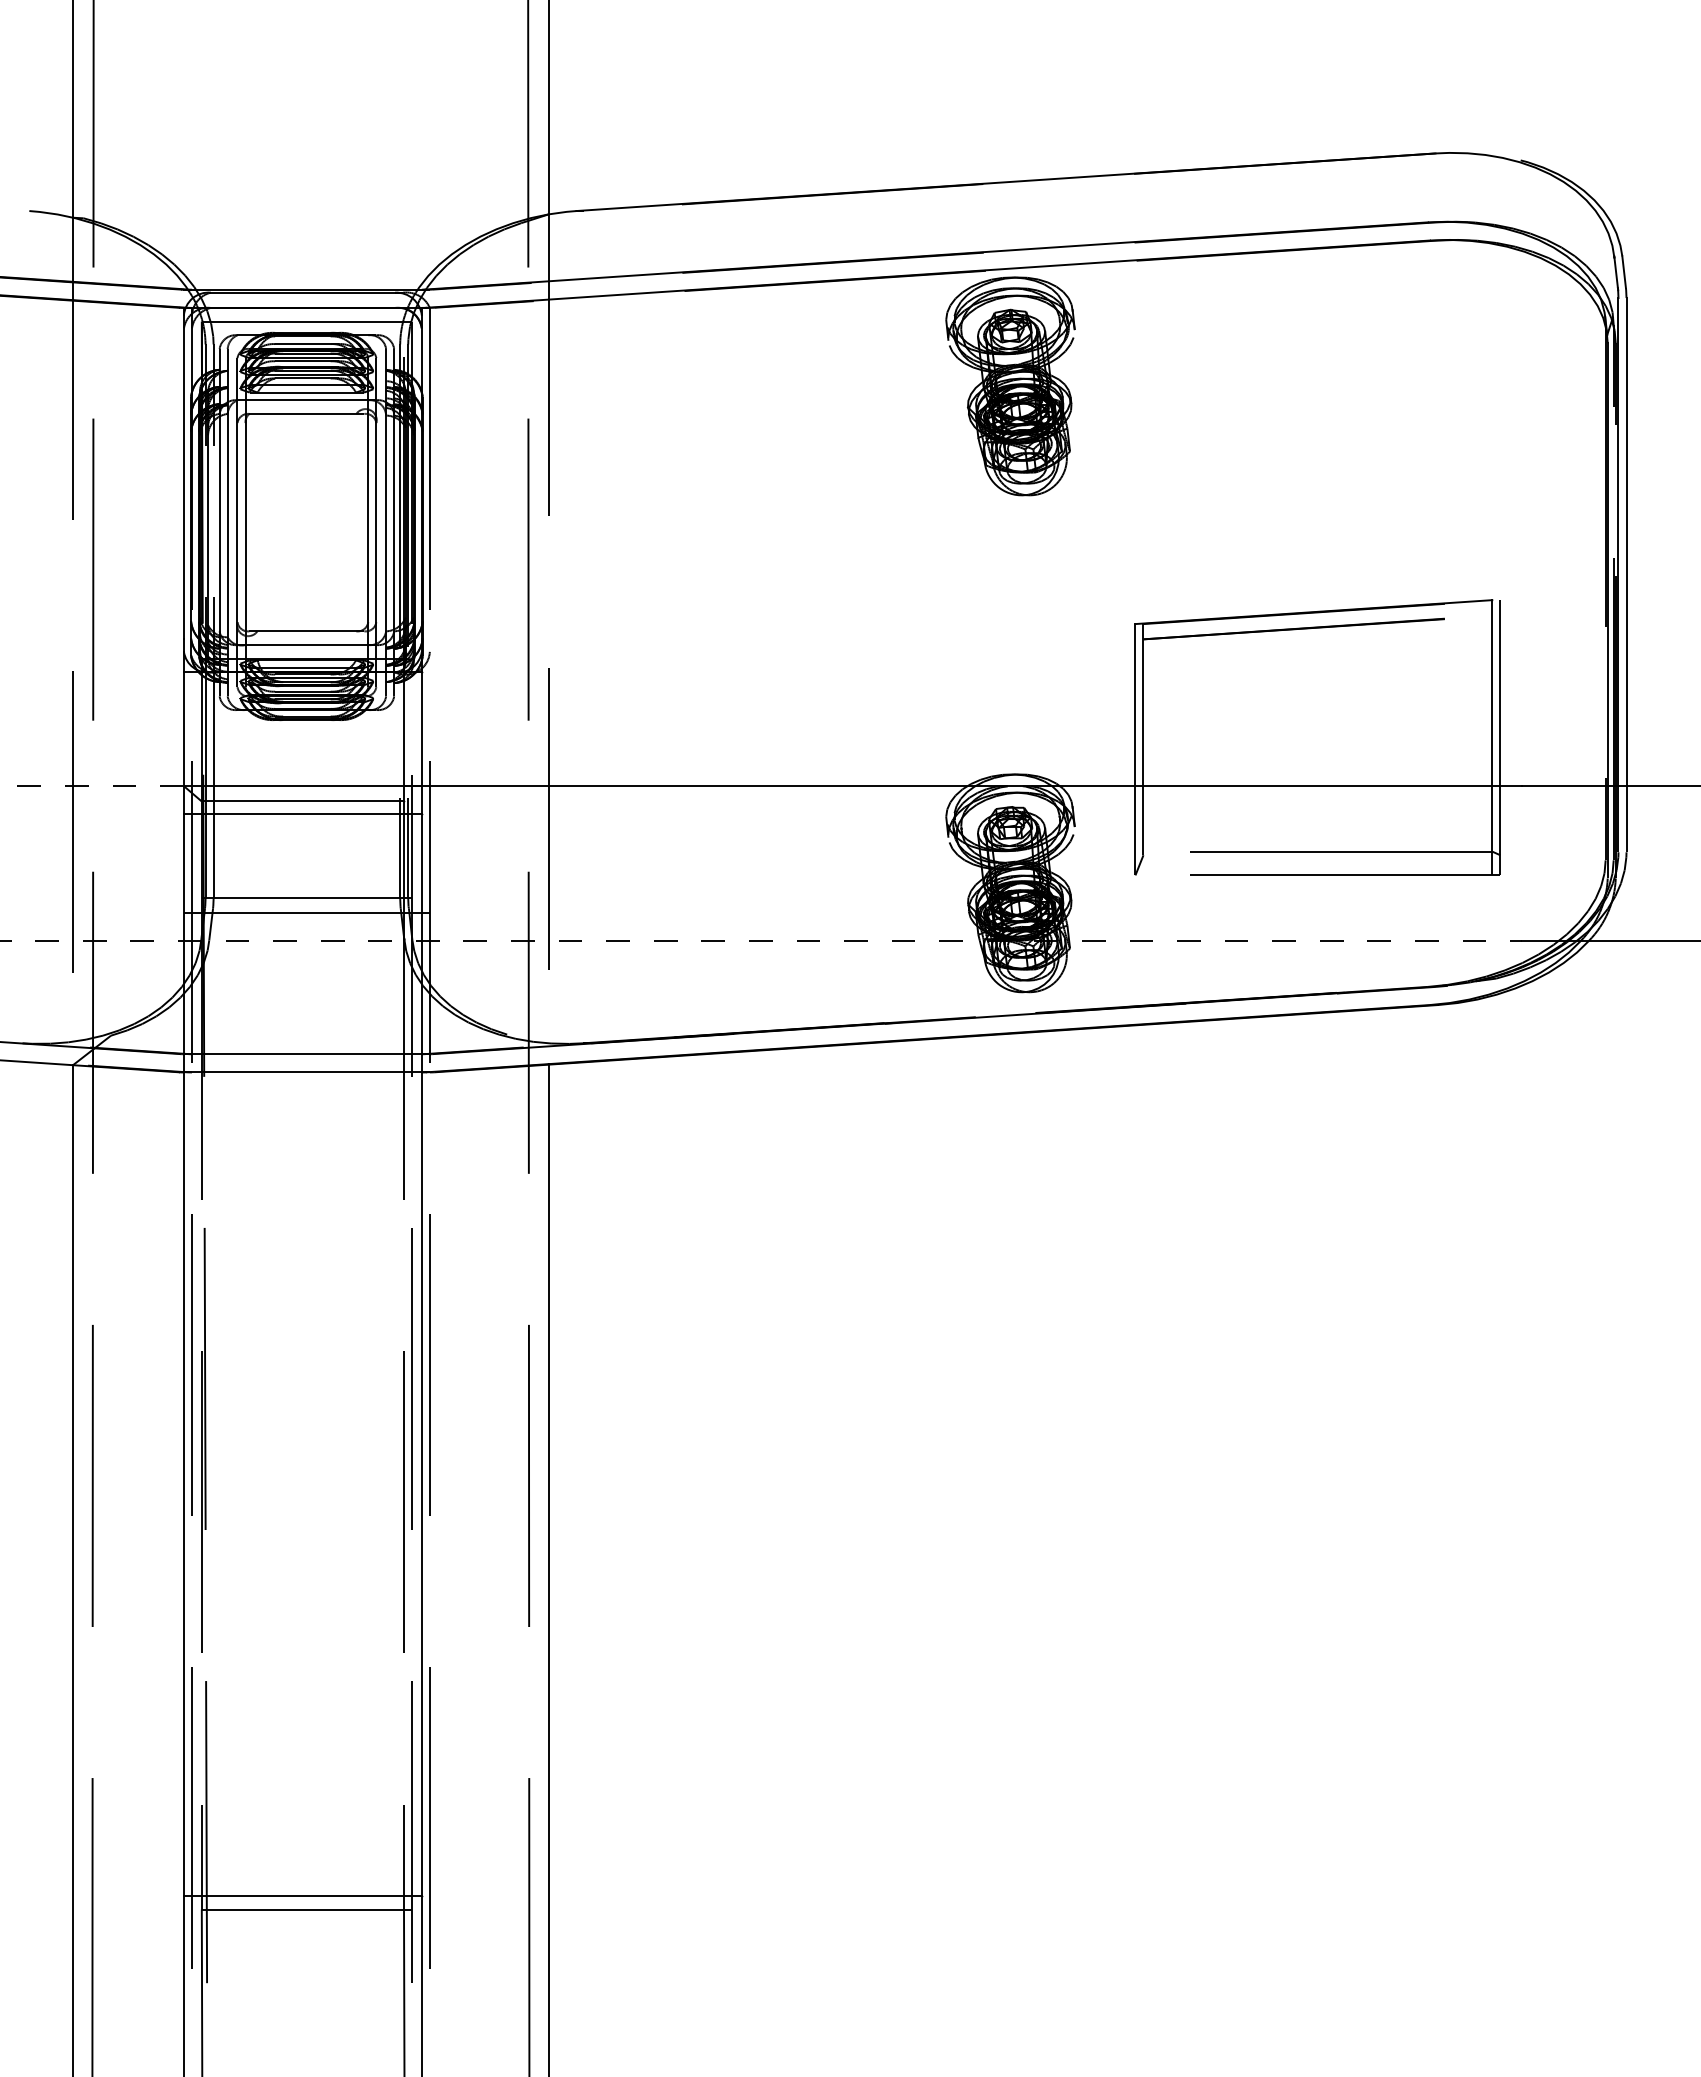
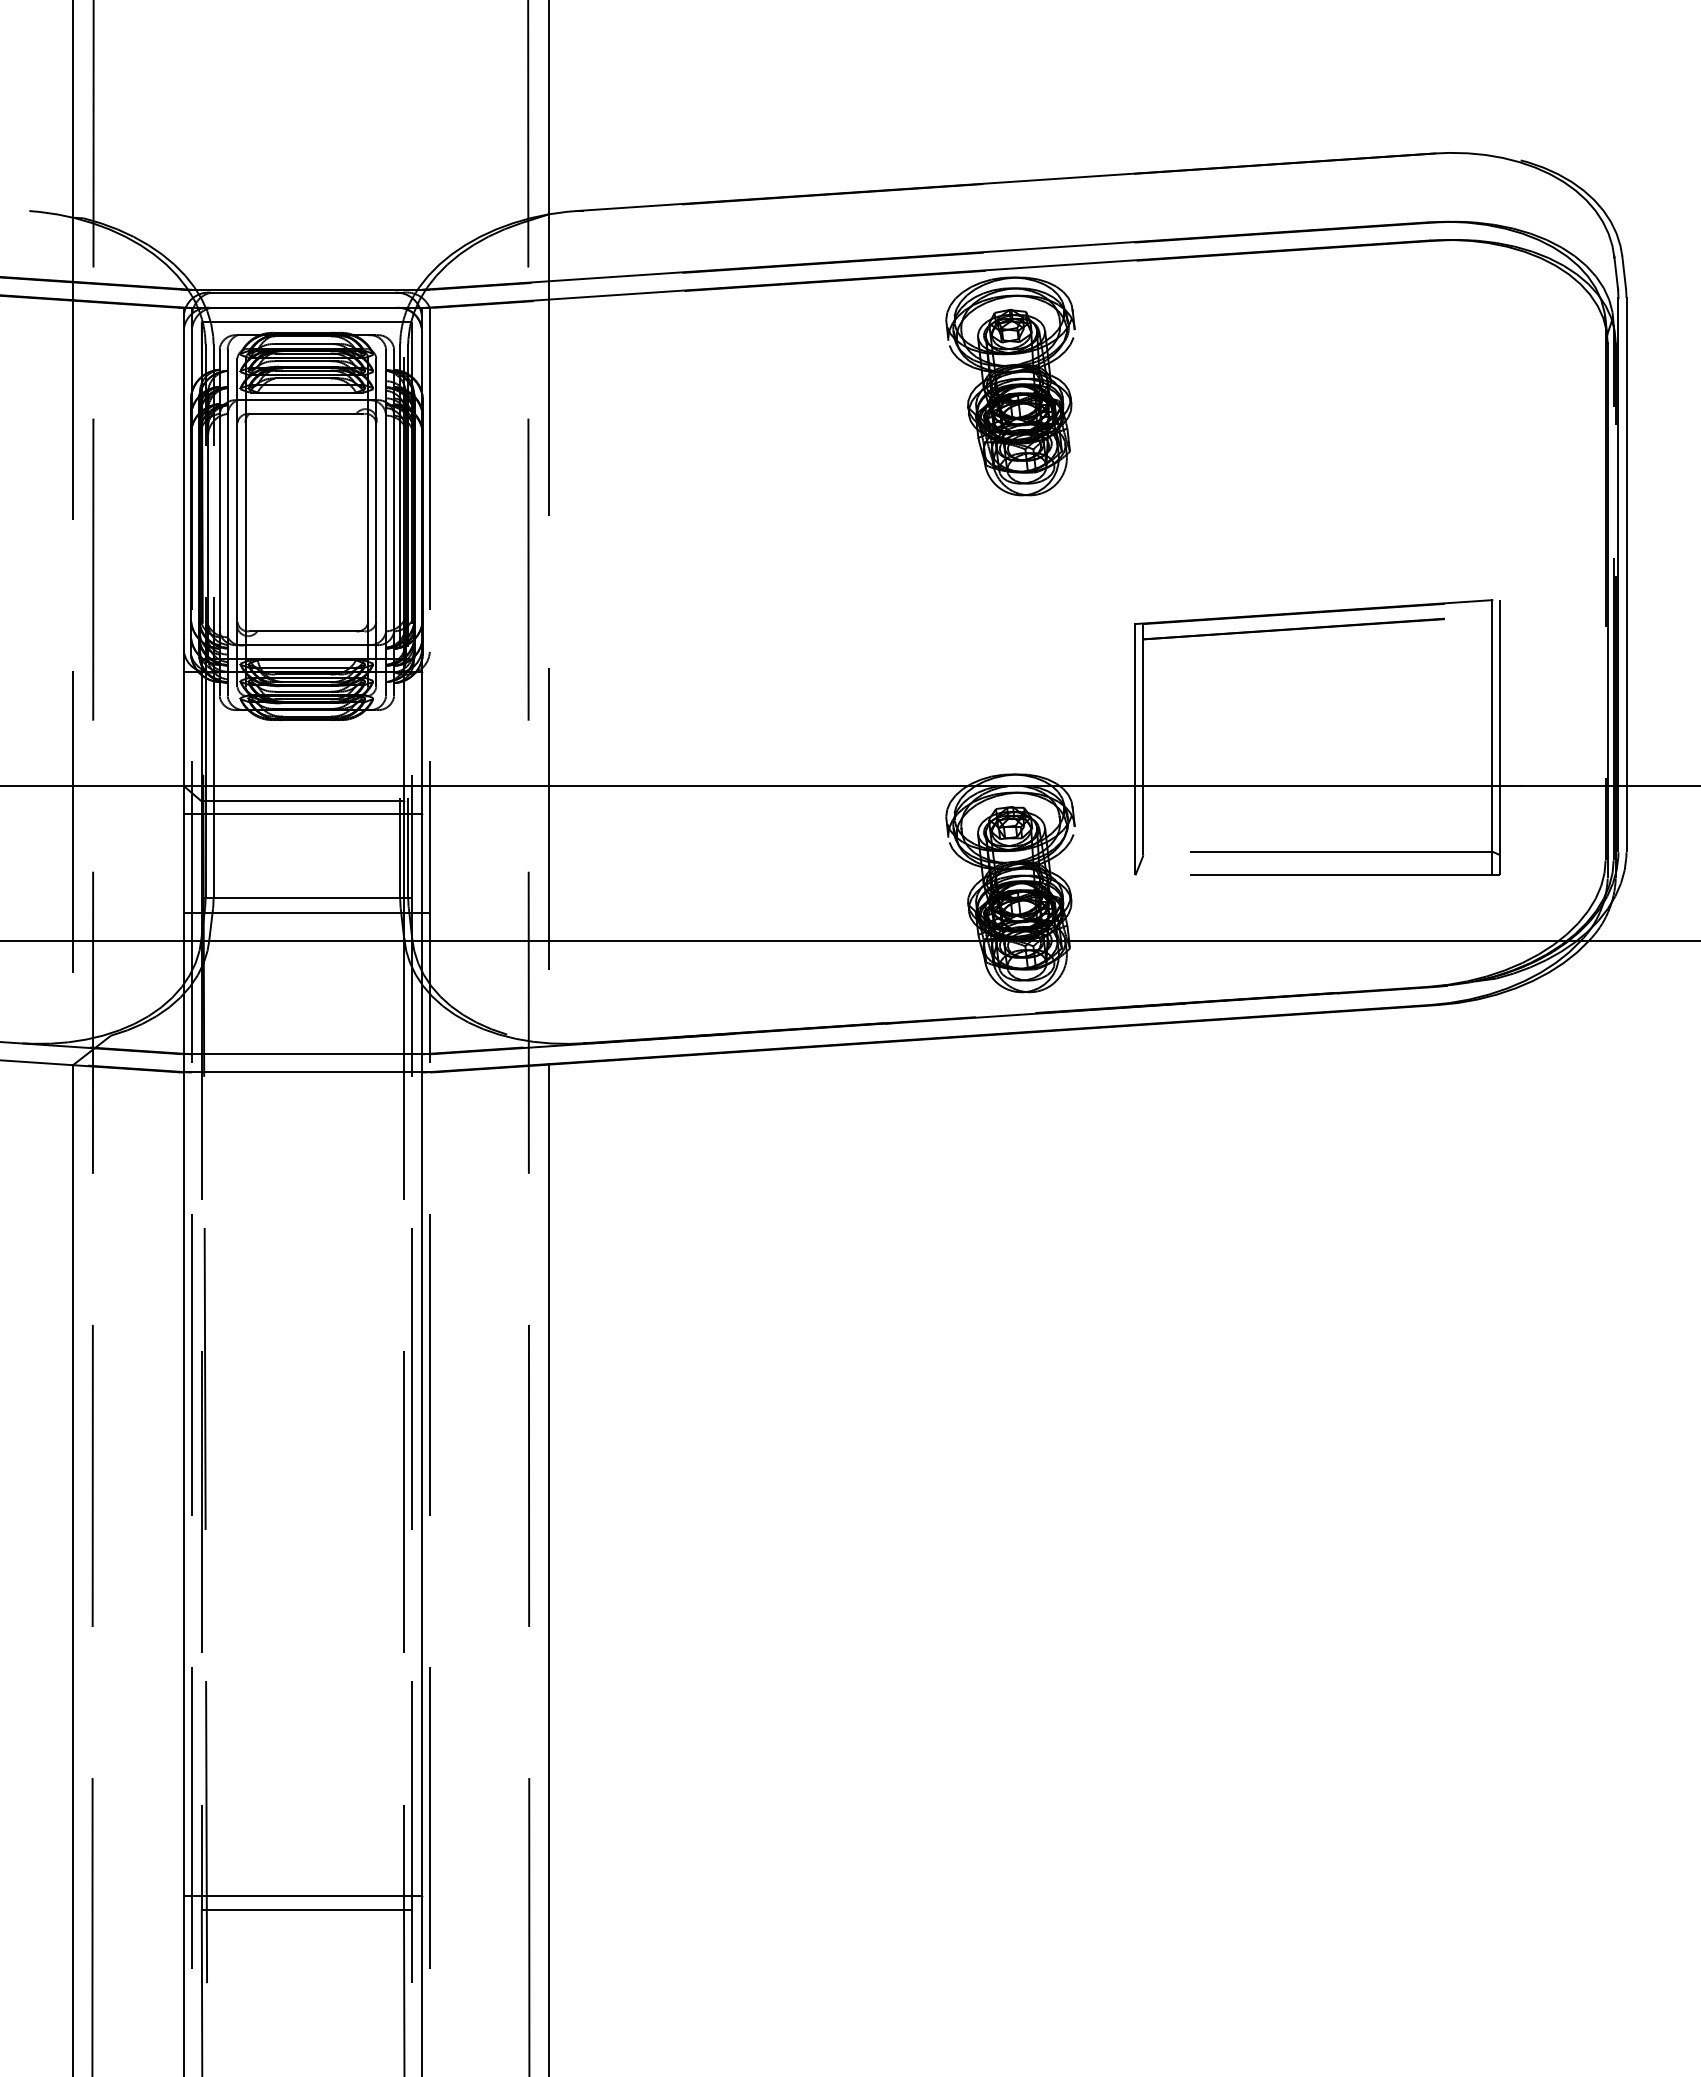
line at (92, 786): dashed -> solid
line at (761, 940): dashed -> solid
